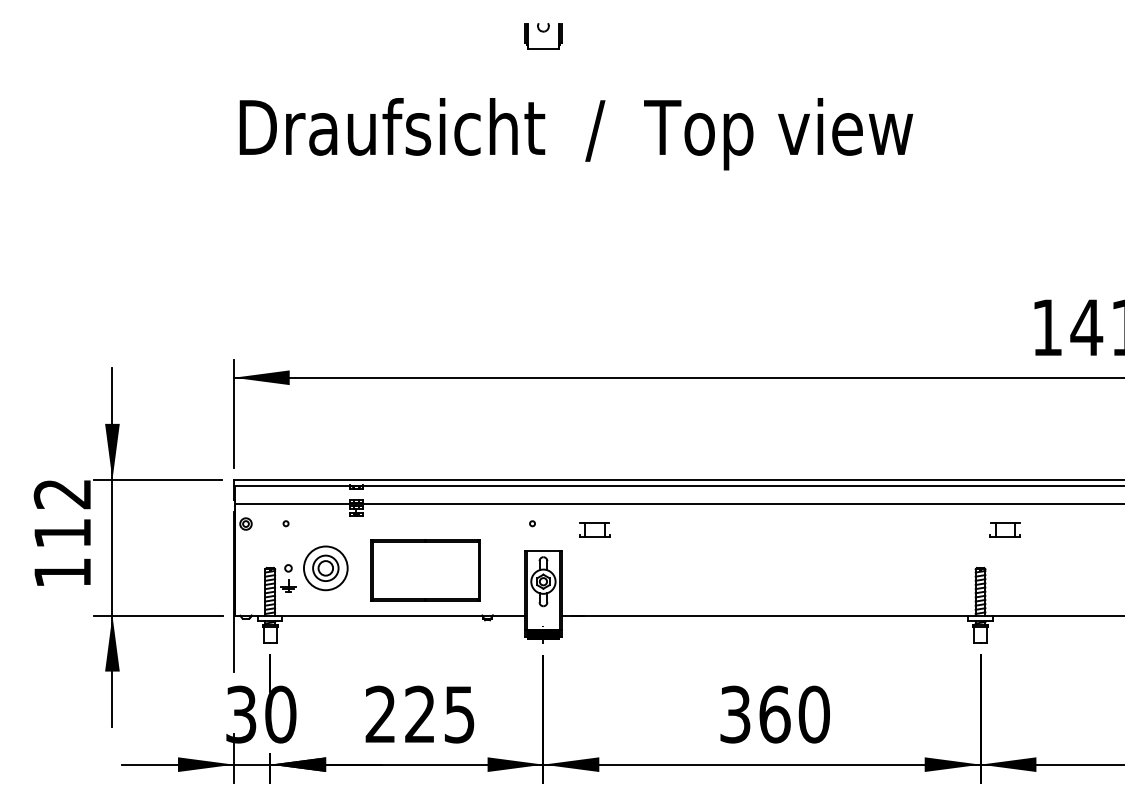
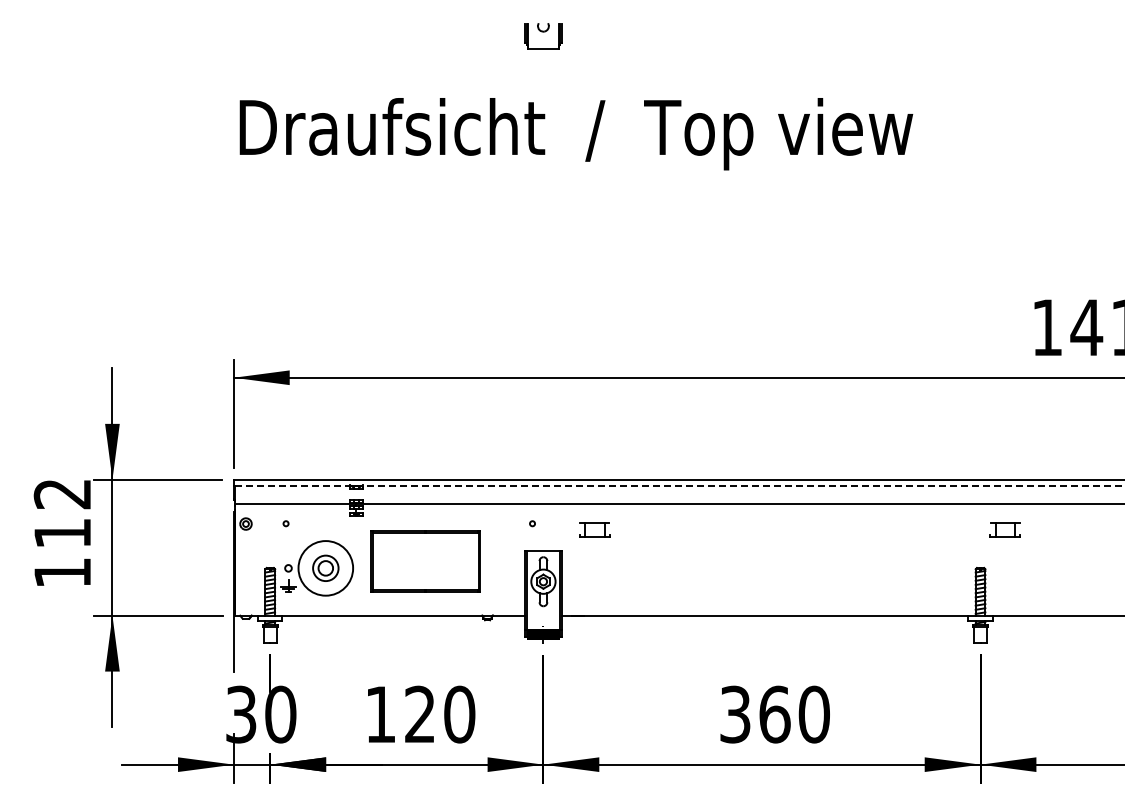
line at (679, 485): solid -> dashed
circle at (325, 568) diameter: 44 px -> 55 px
part at (425, 570) position: (425, 570) -> (425, 561)
text at (420, 714): 225 -> 120
